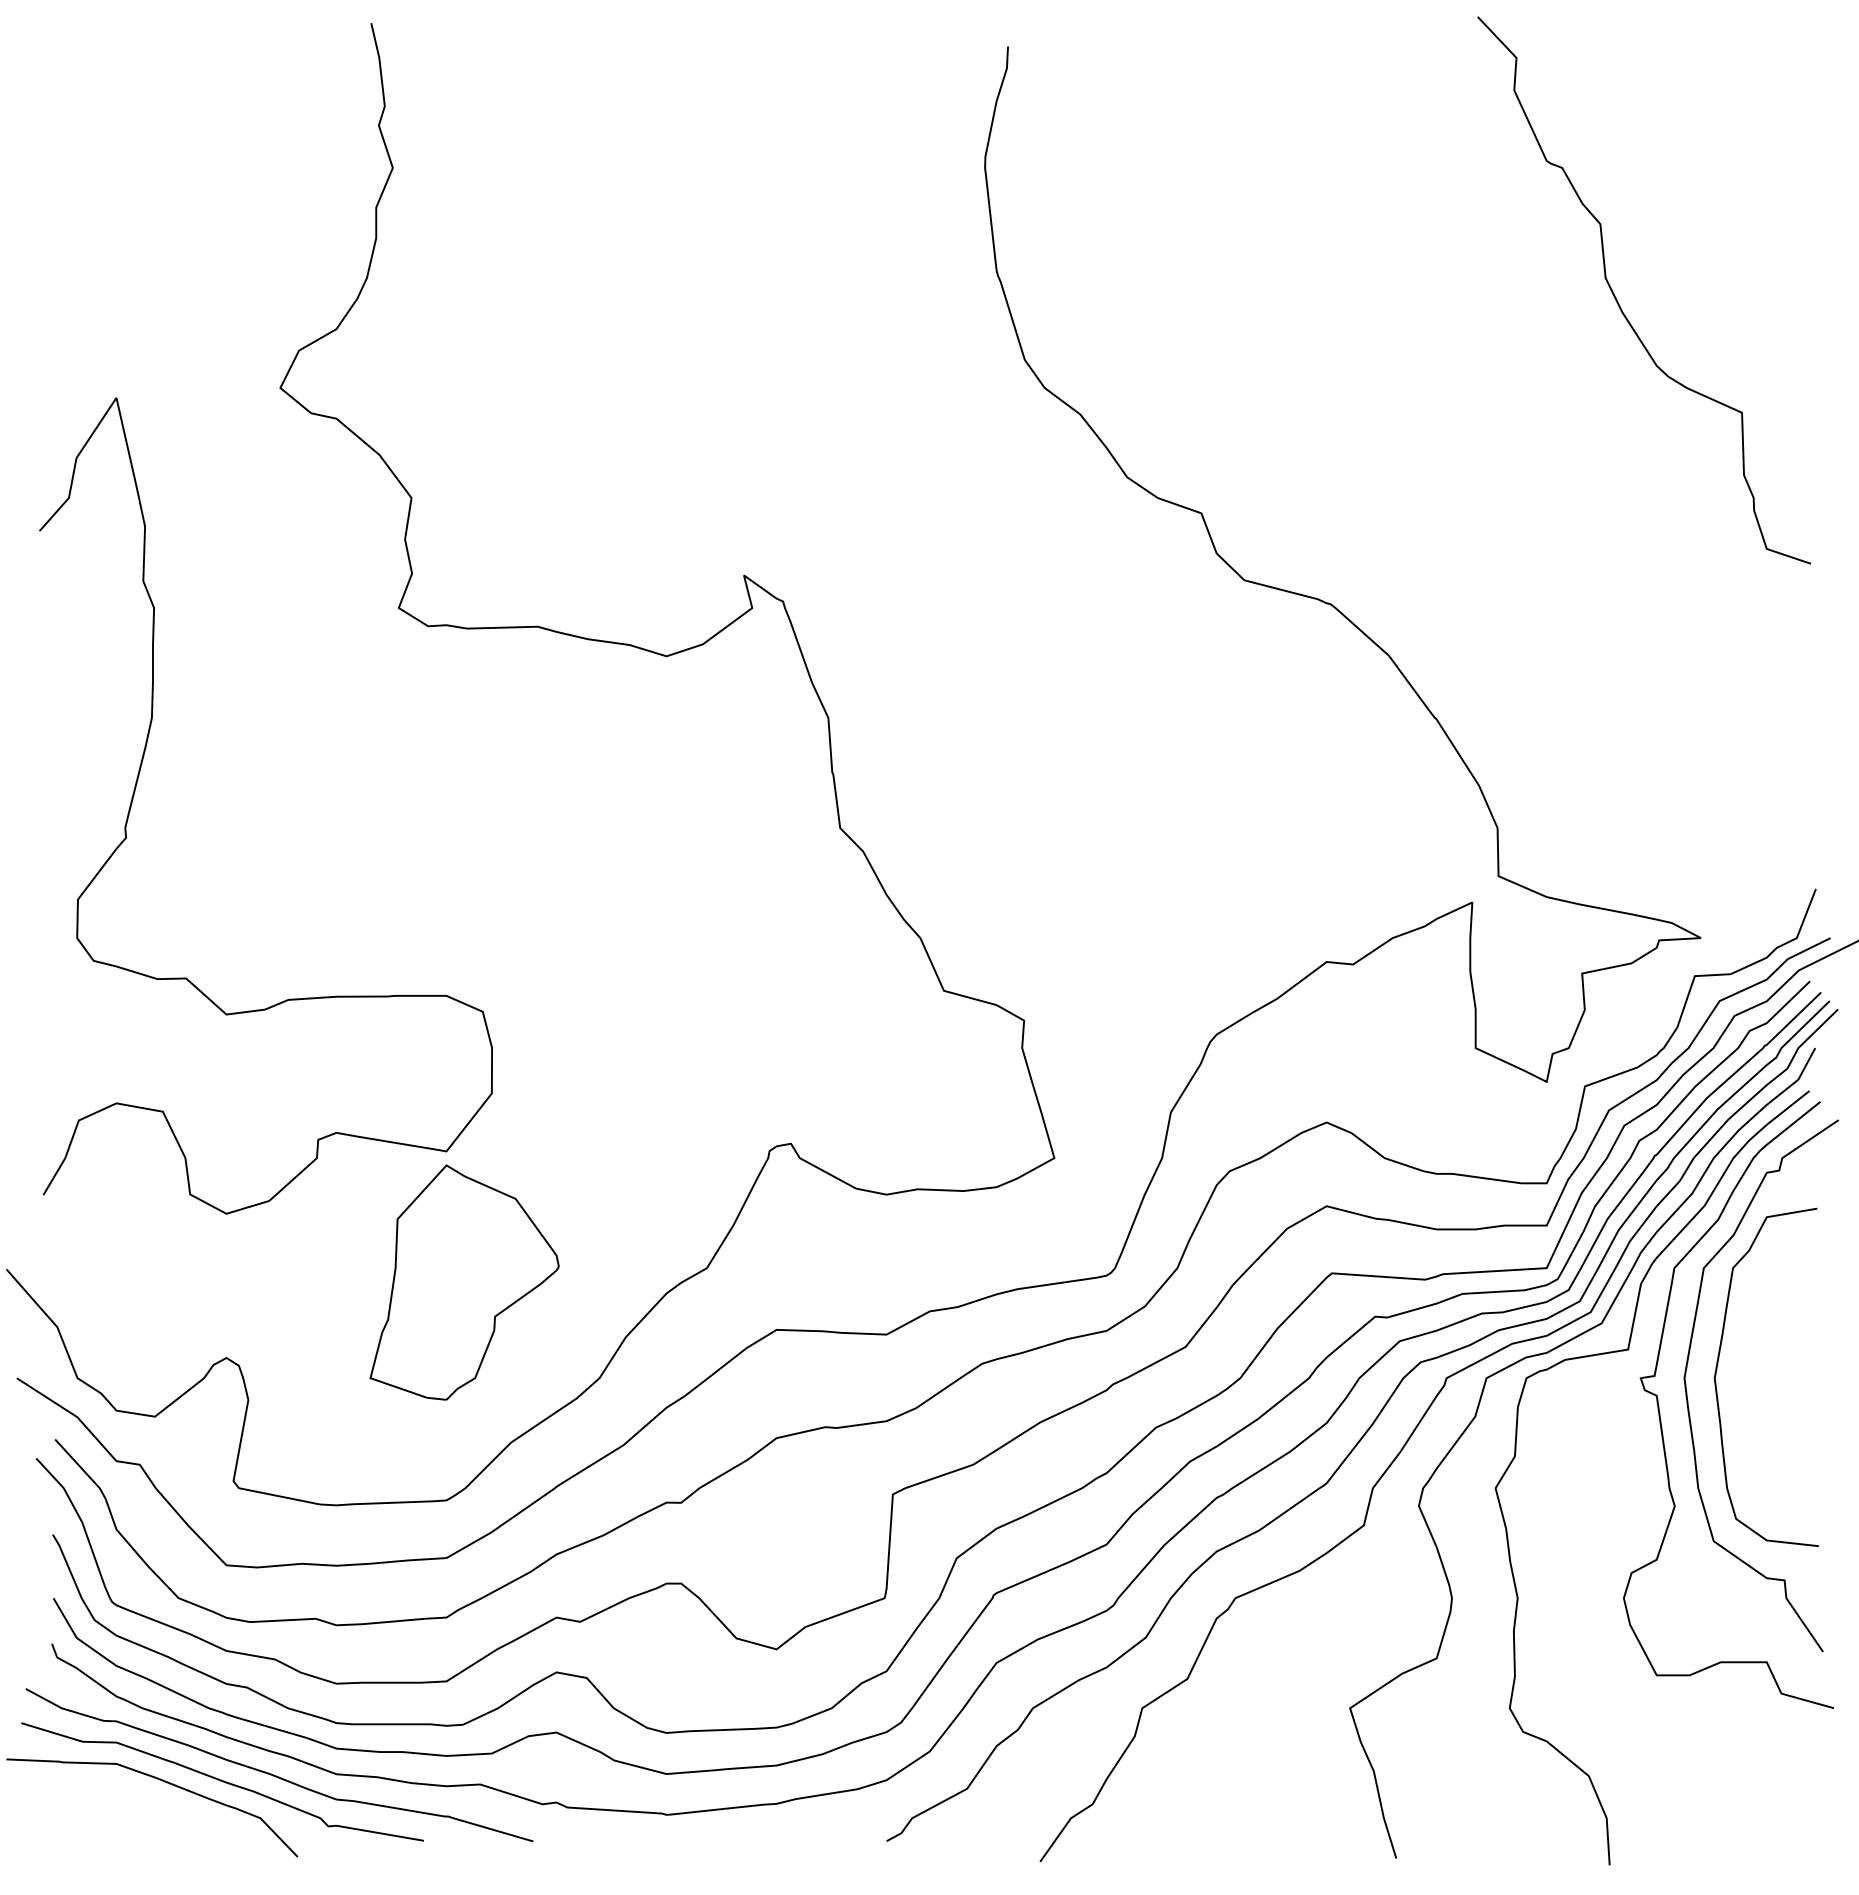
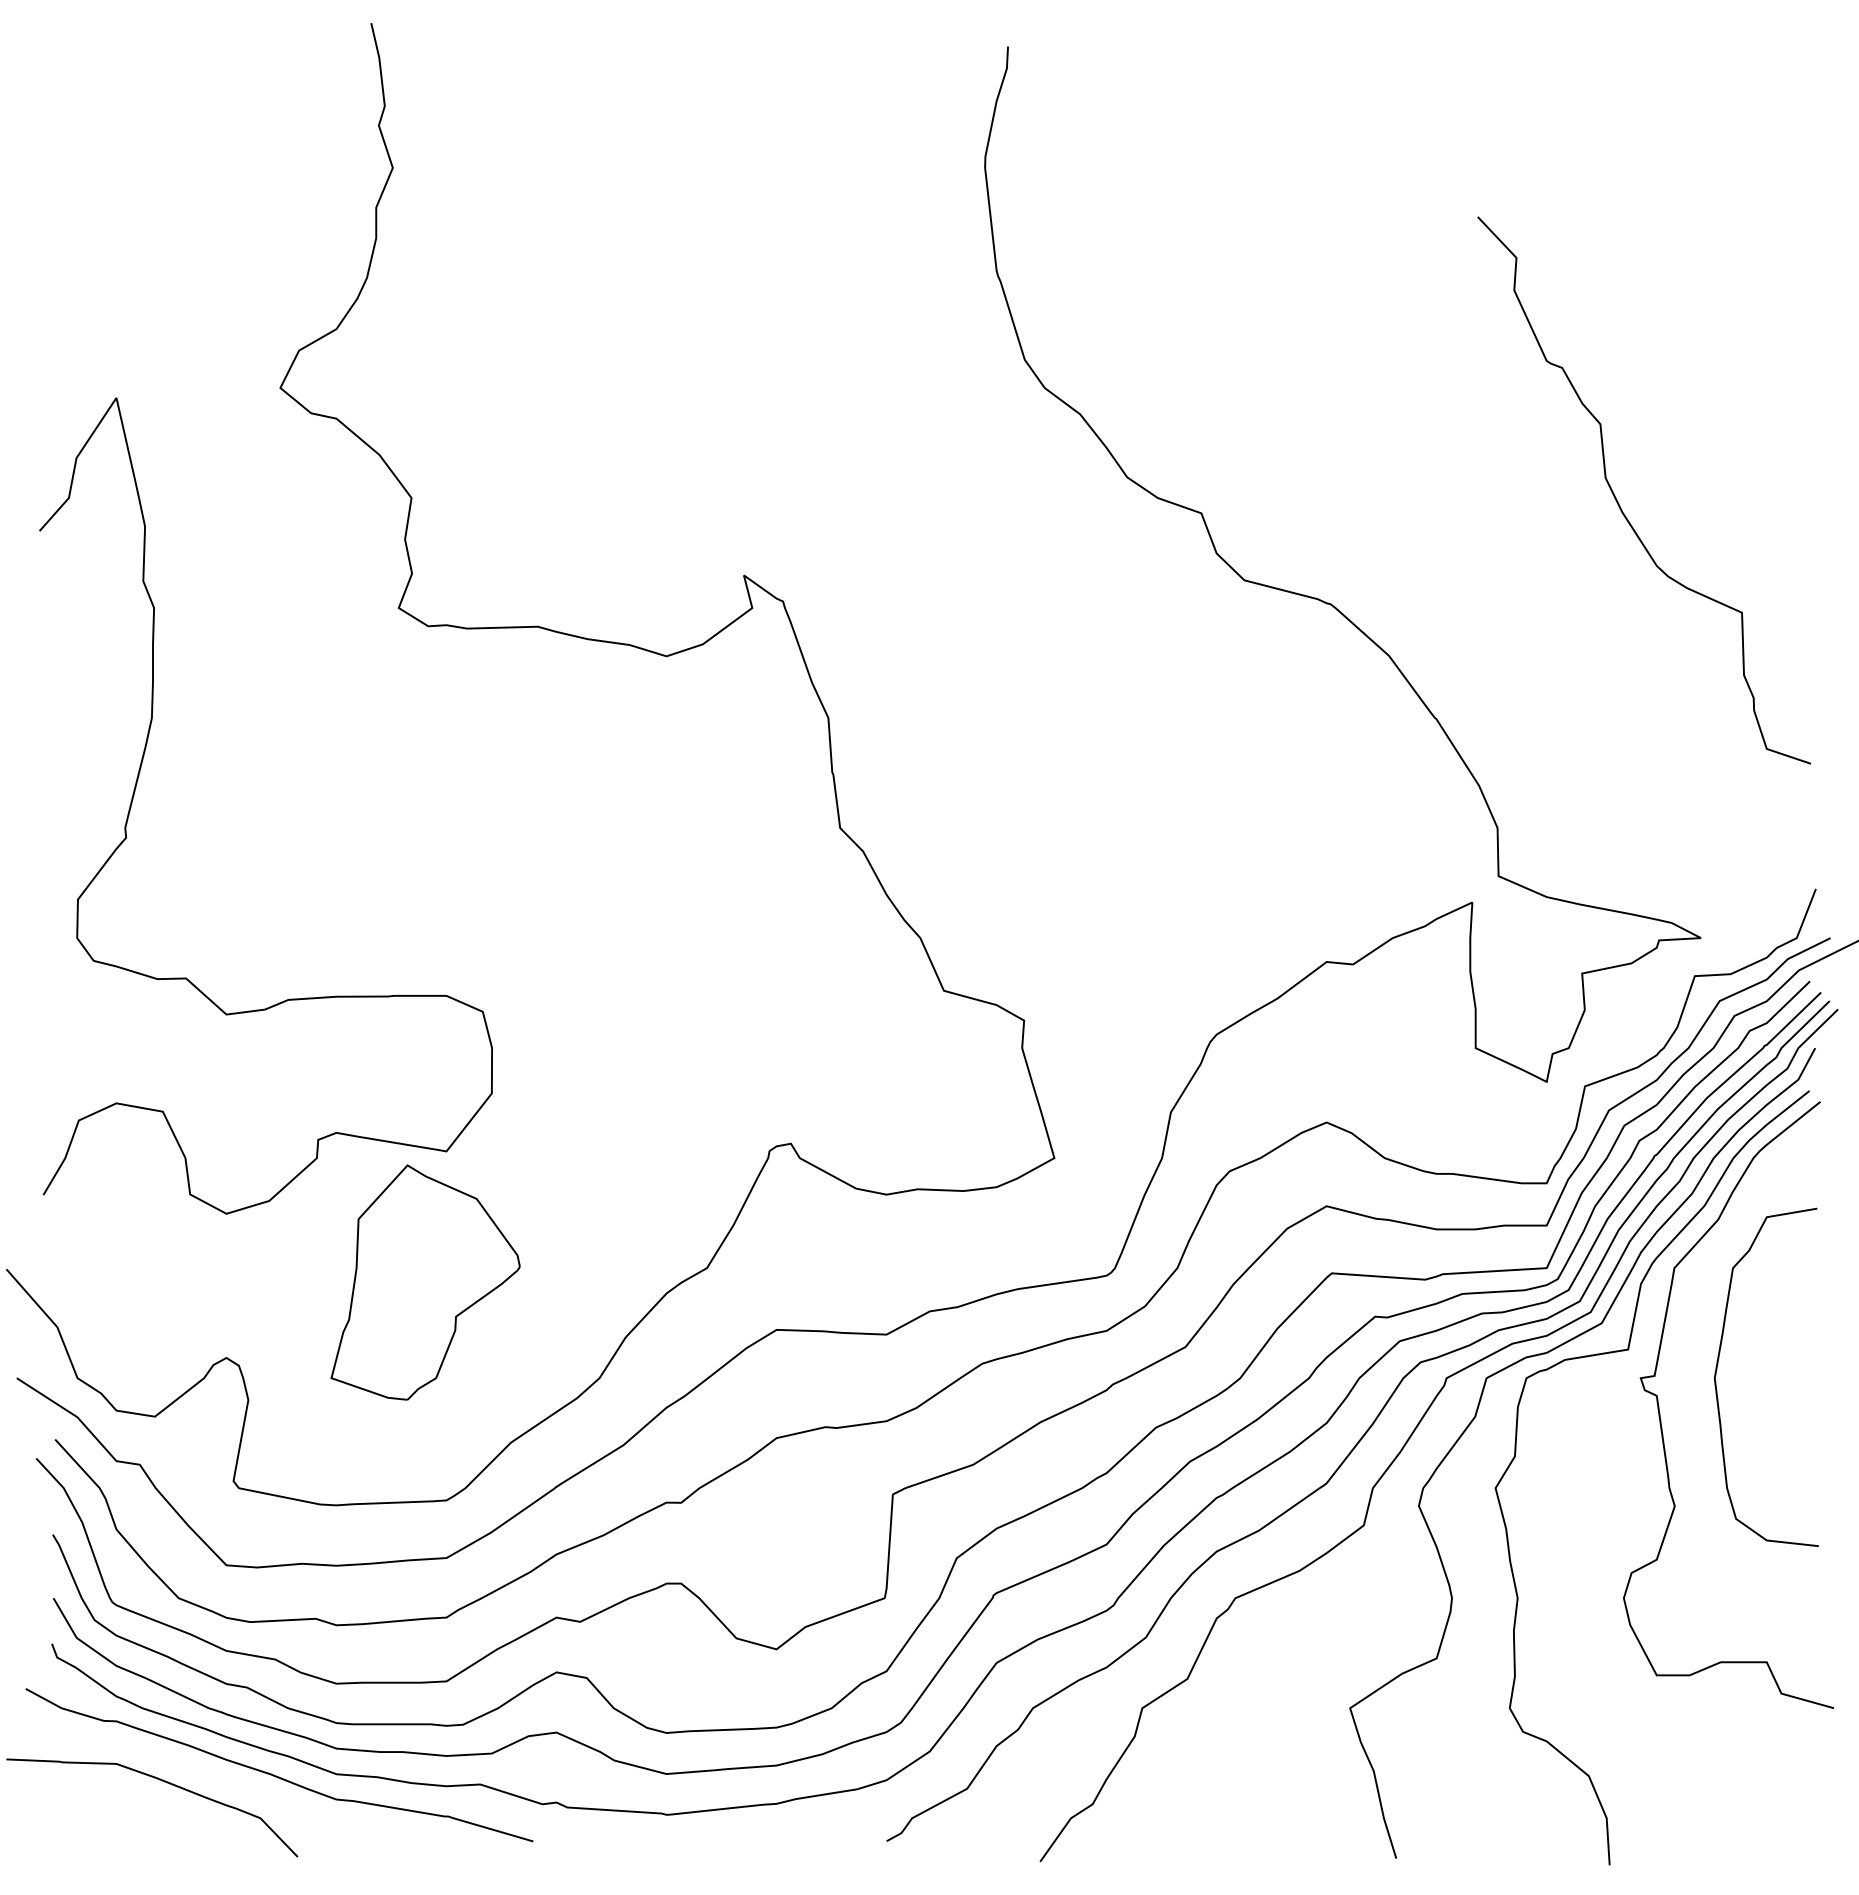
curve at (1619, 303) position: (1619, 303) -> (1619, 503)
part at (464, 1282) position: (464, 1282) -> (425, 1282)
curve at (1687, 1392): present -> none
curve at (222, 1781): present -> none
